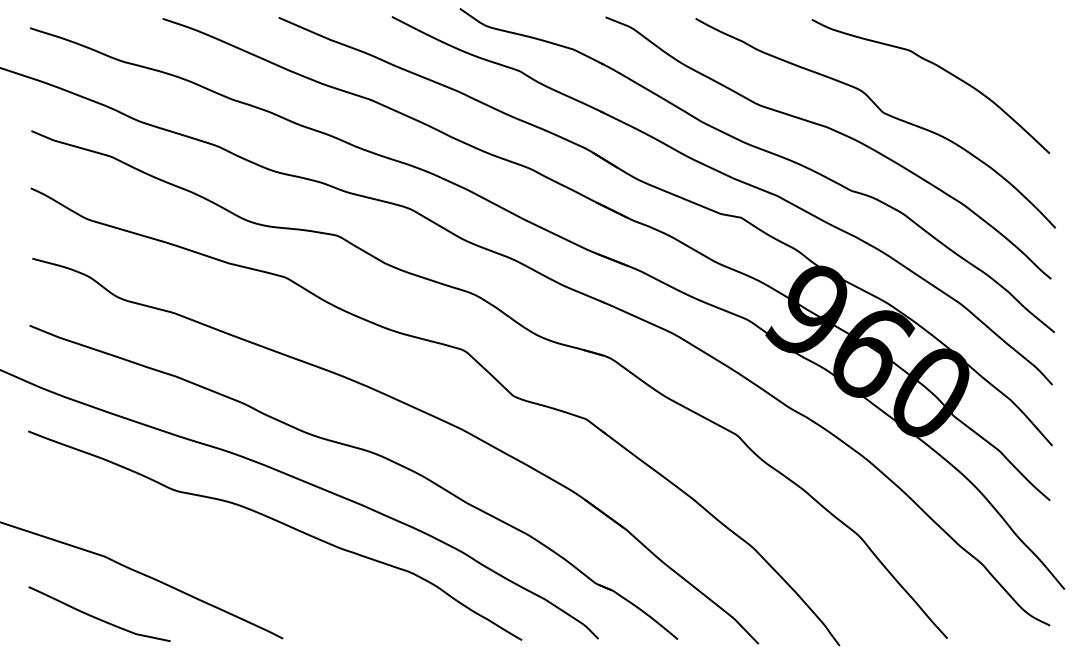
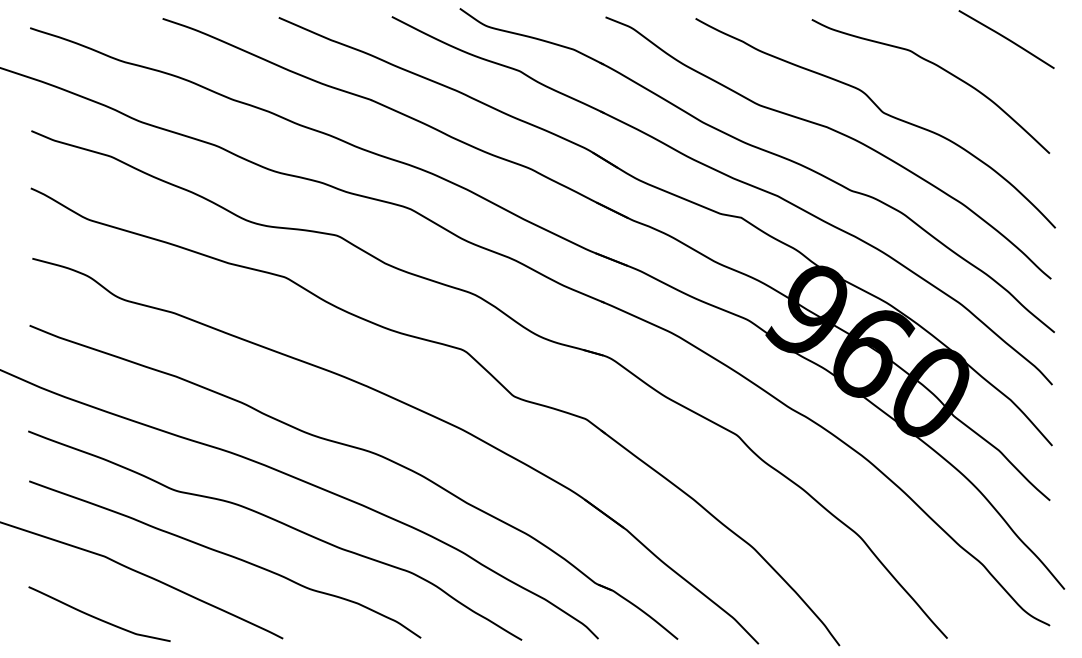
curve at (1006, 39): none -> present
curve at (226, 555): none -> present
